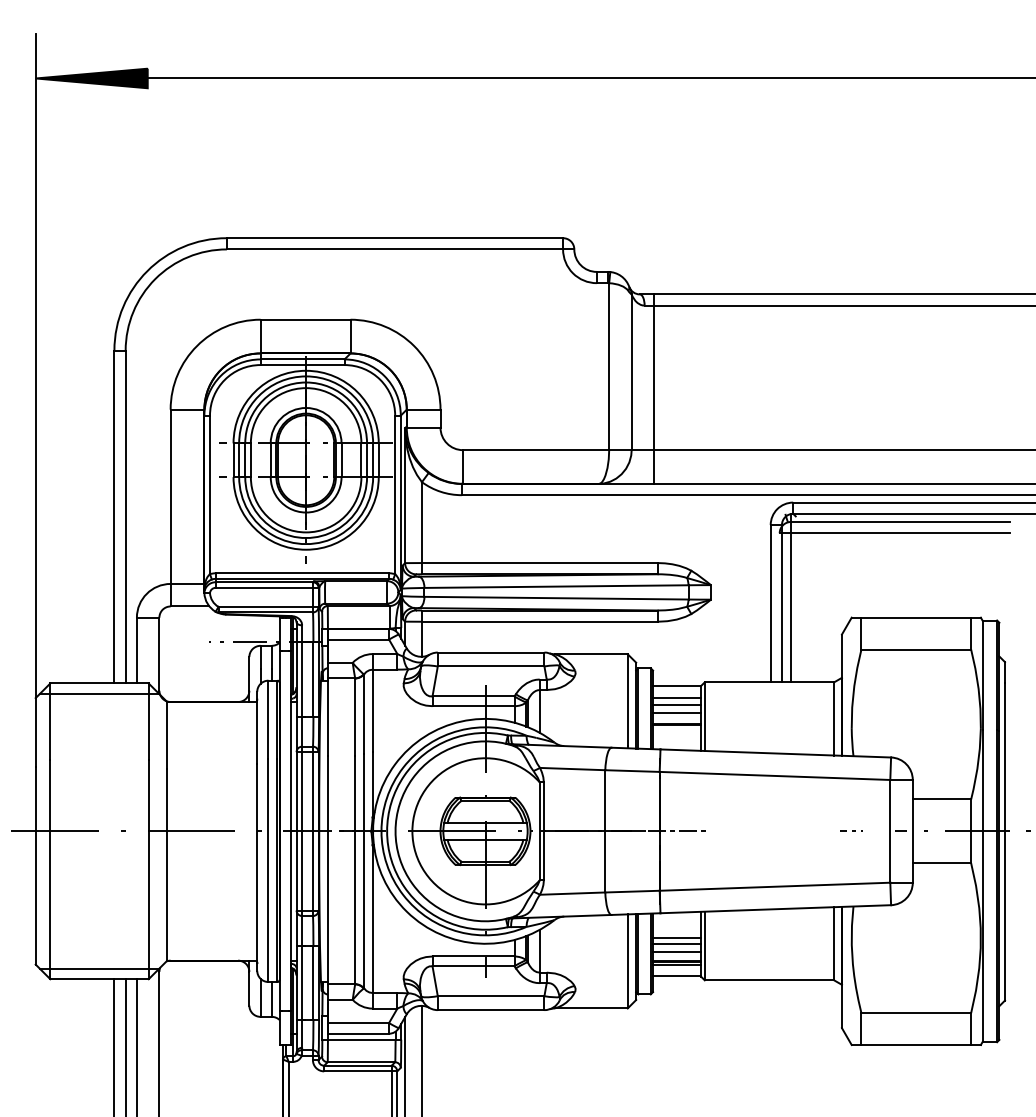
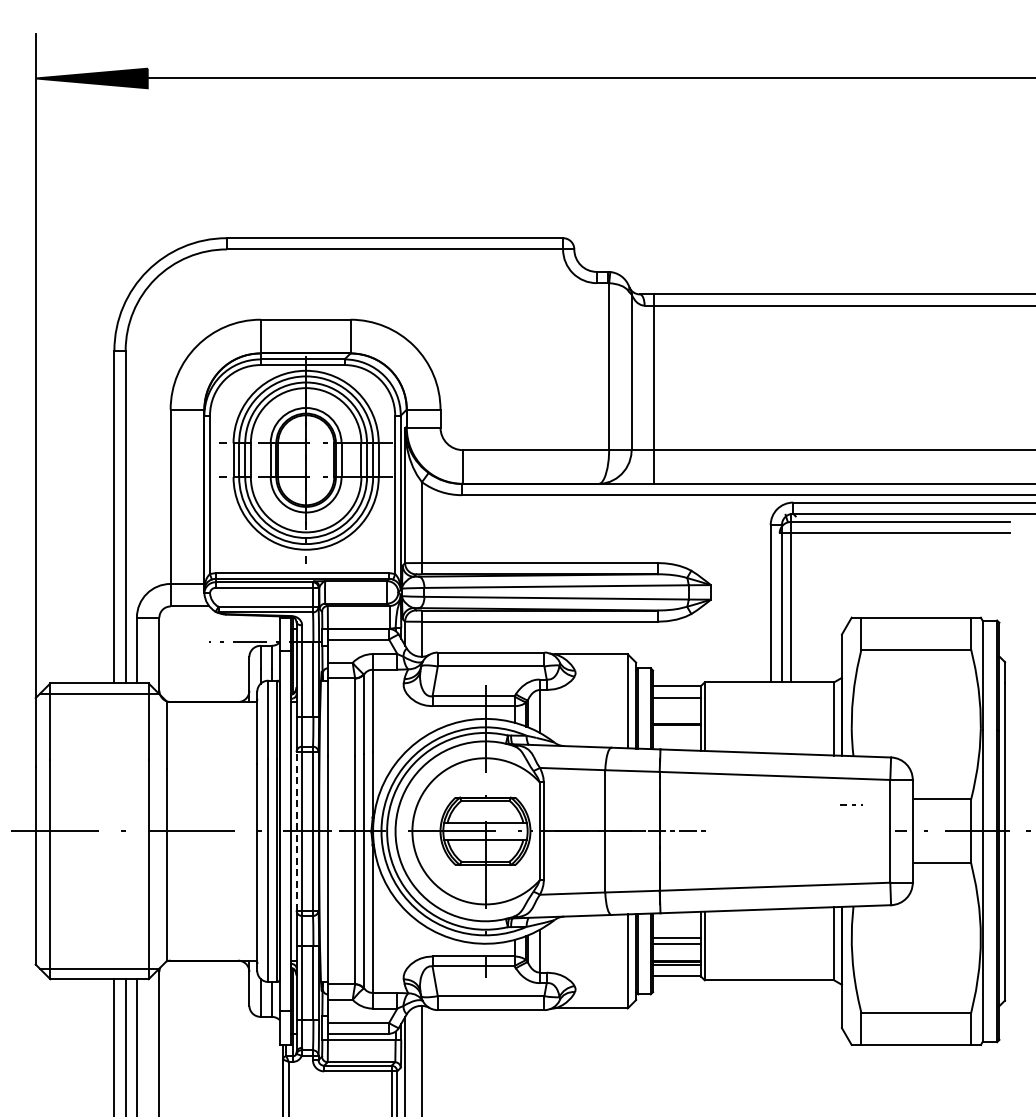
line at (677, 704): present -> none
line at (677, 713): present -> none
line at (296, 830): solid -> dashed
line at (852, 830) position: (852, 830) -> (852, 804)
line at (677, 952): present -> none
